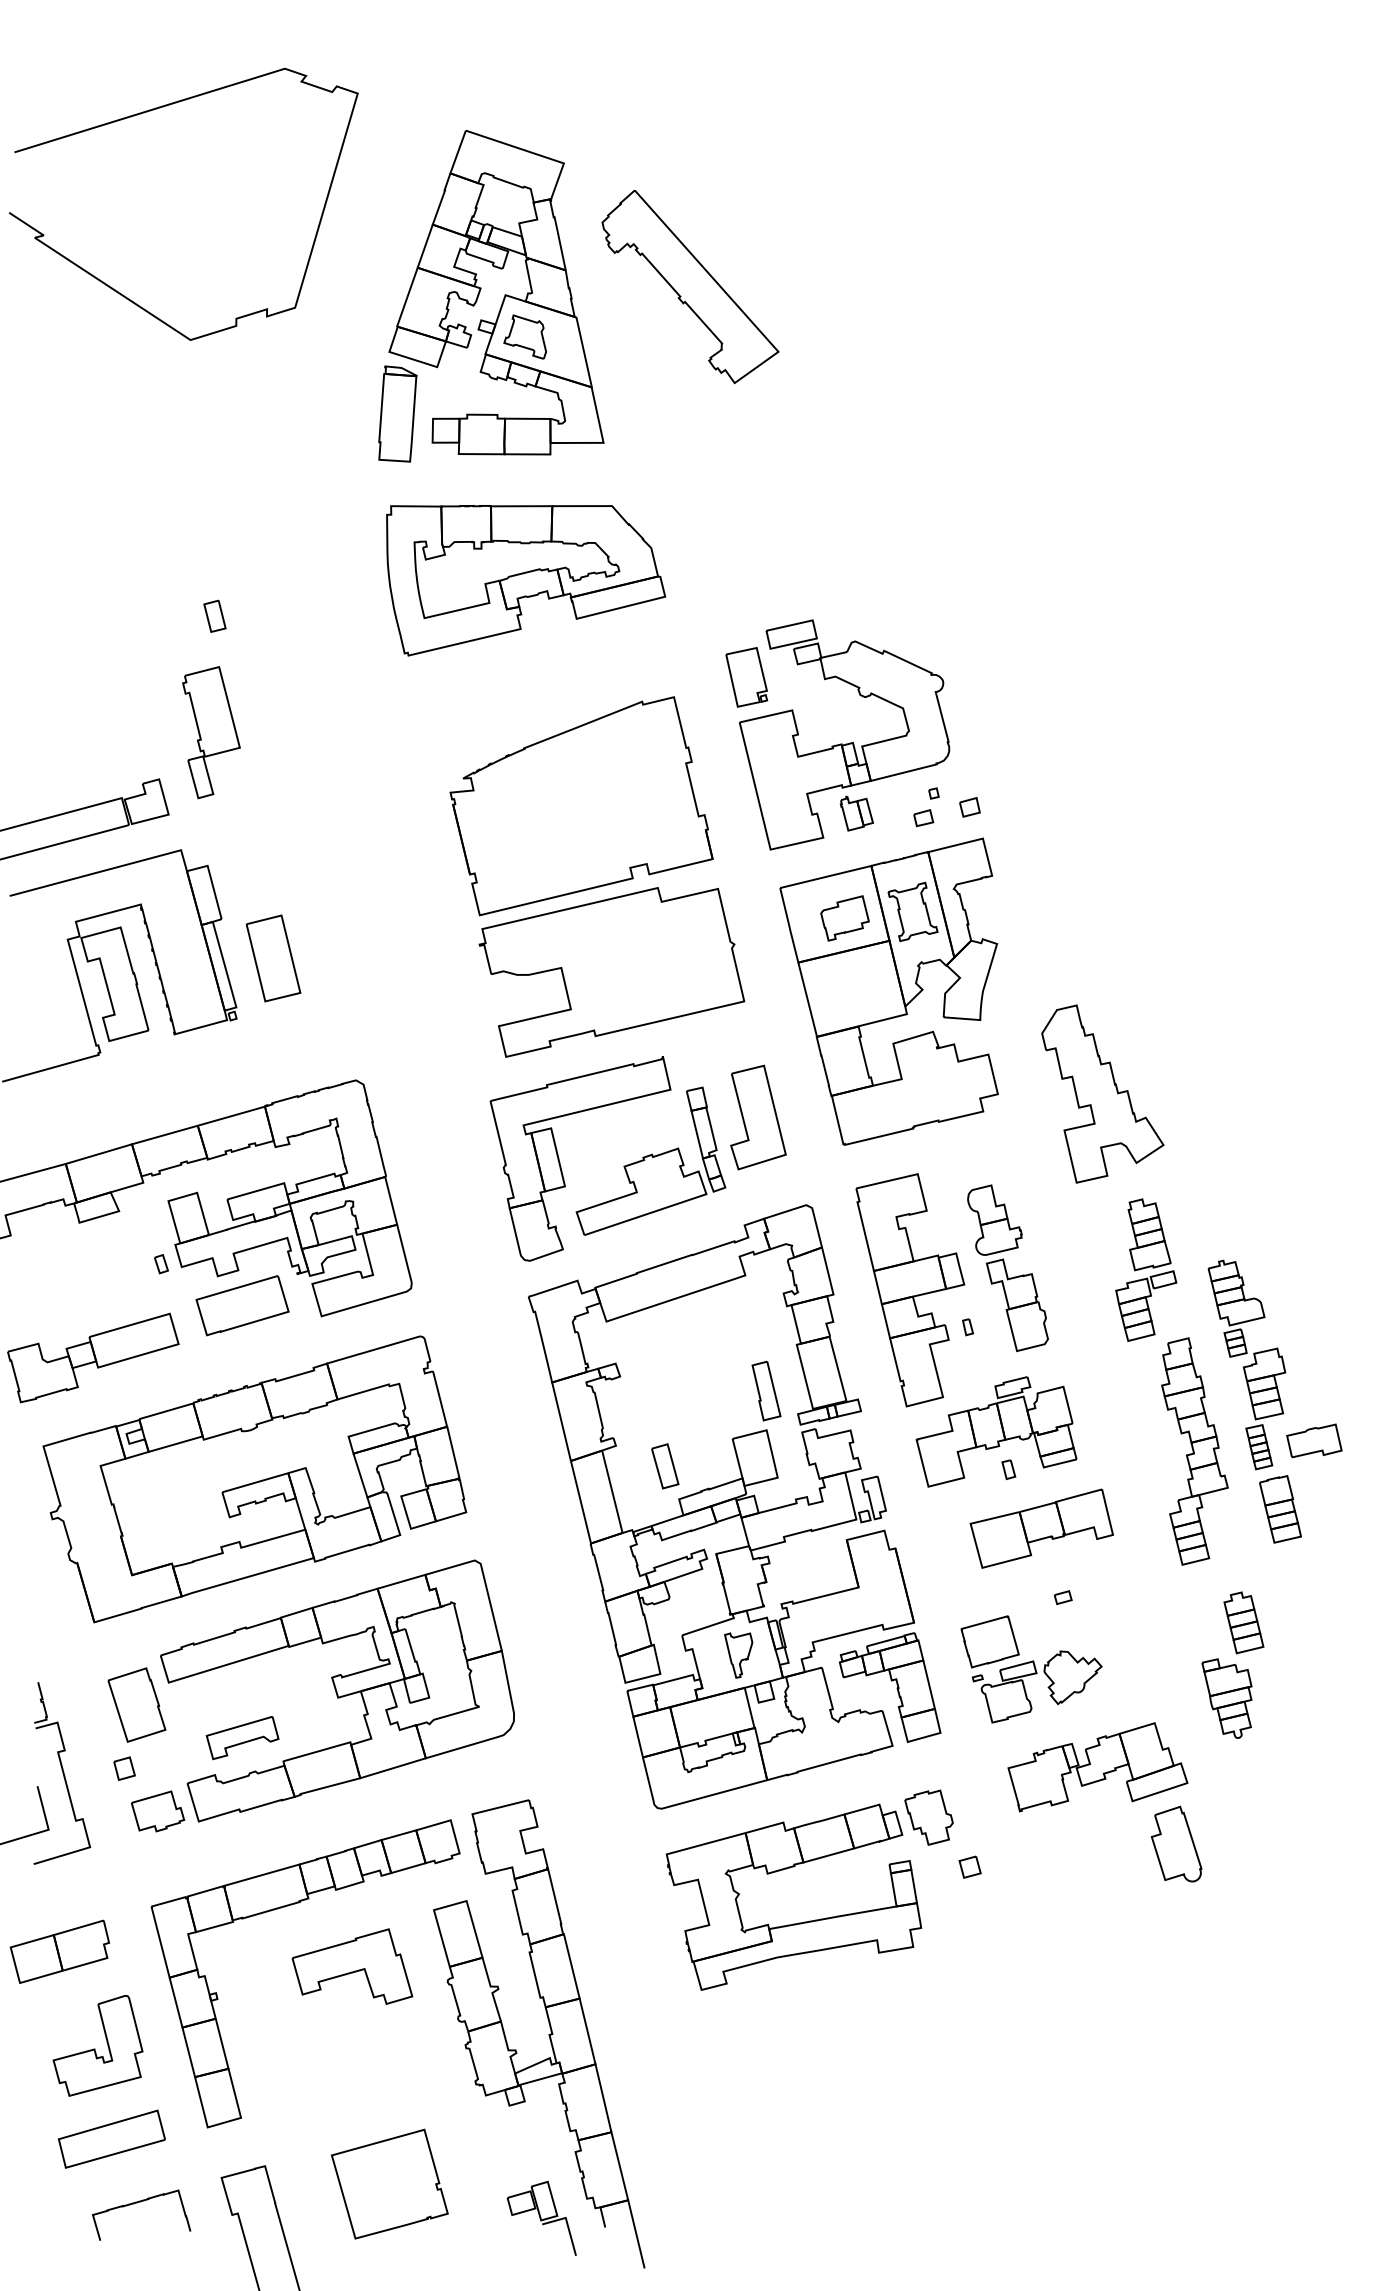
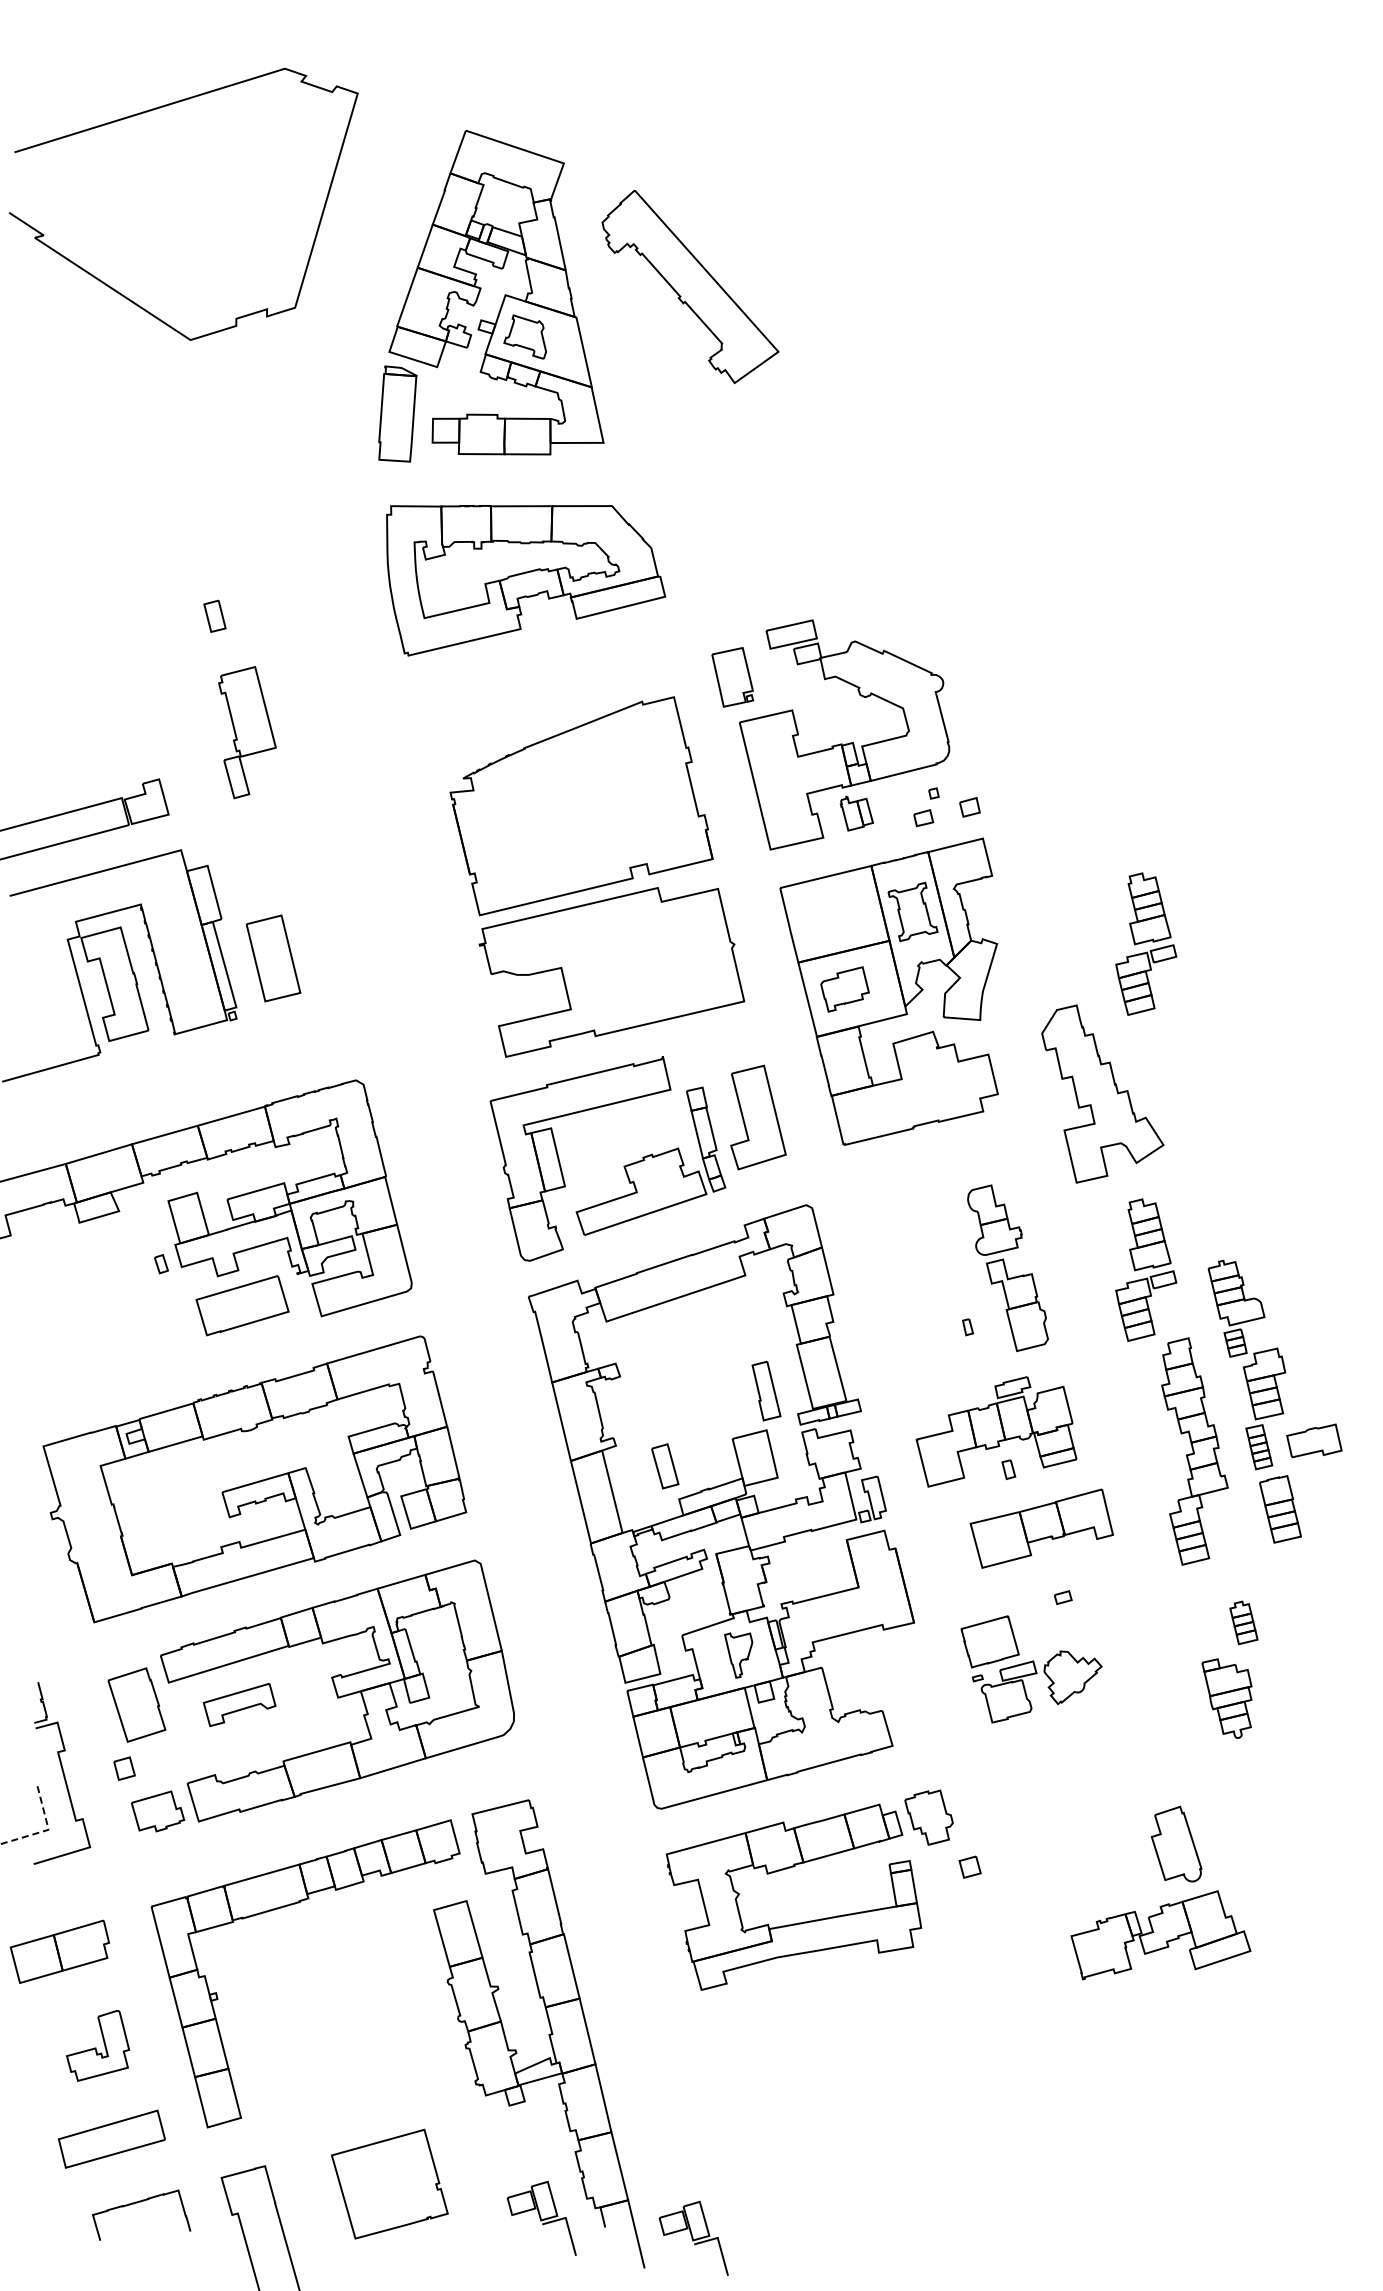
part at (746, 677) position: (746, 677) -> (732, 677)
part at (211, 732) position: (211, 732) -> (247, 732)
part at (844, 918) position: (844, 918) -> (844, 989)
part at (1146, 943): none -> present
part at (910, 1290): present -> none
part at (93, 1357): present -> none
part at (1243, 1622) size: 42x64 px -> 30x46 px
part at (891, 1681): present -> none
part at (242, 1738) position: (242, 1738) -> (239, 1705)
part at (1097, 1767) position: (1097, 1767) -> (1160, 1935)
line at (46, 1830): solid -> dashed
part at (352, 1966): present -> none
part at (97, 2045) size: 92x102 px -> 65x72 px
part at (693, 2237): none -> present
